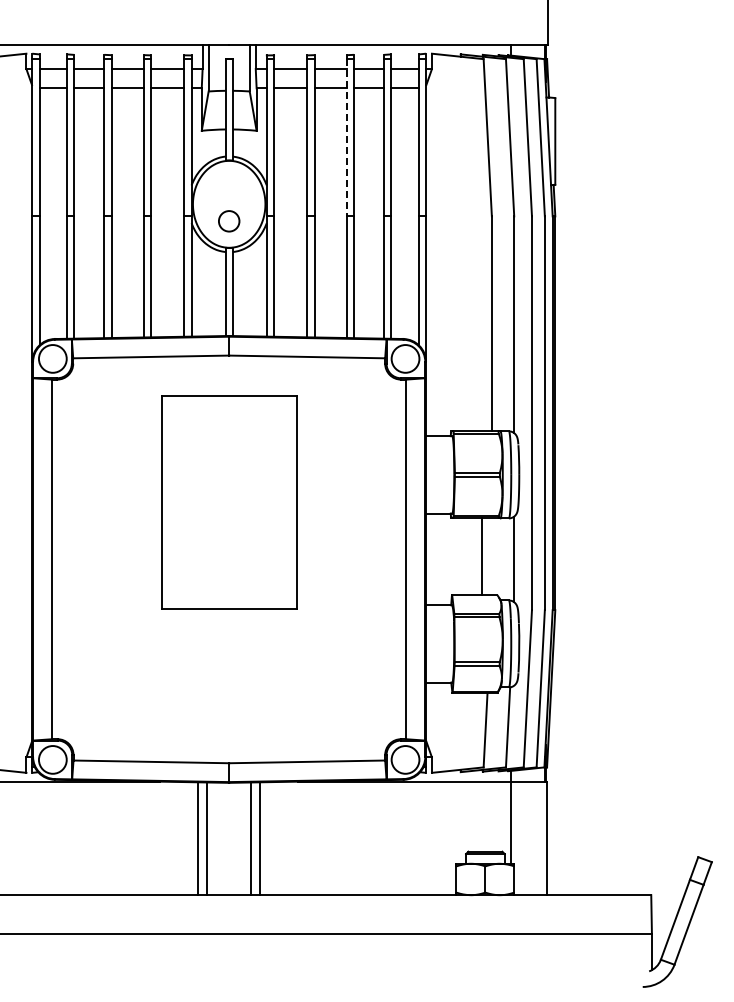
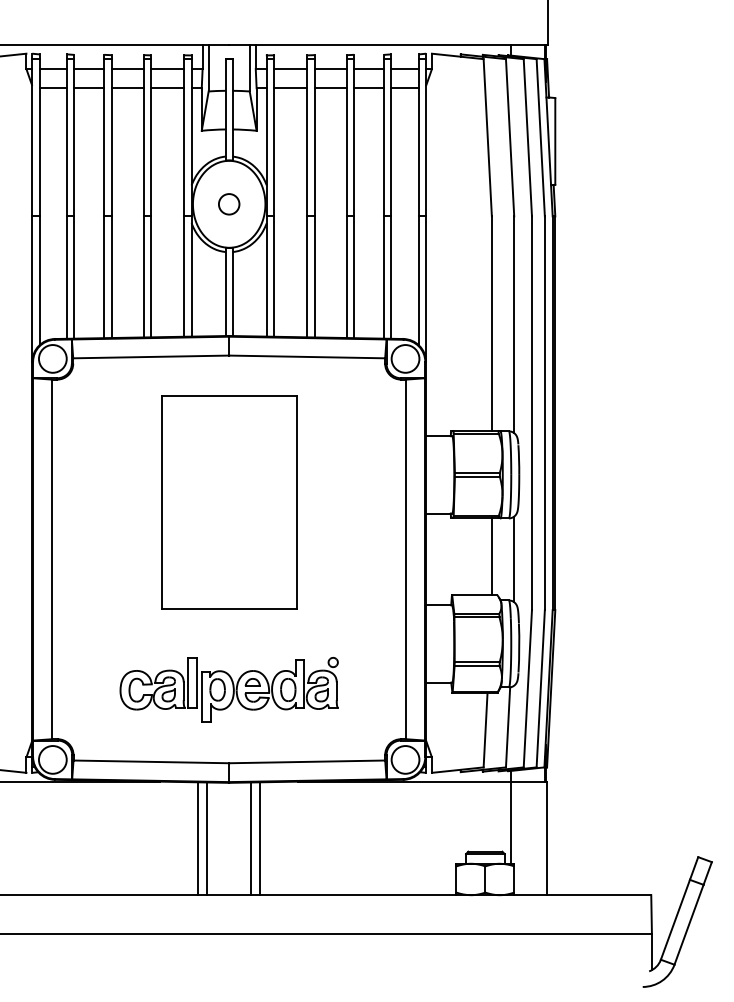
line at (346, 137): dashed -> solid
circle at (229, 221) position: (229, 221) -> (229, 204)
line at (481, 556) position: (481, 556) -> (491, 556)
part at (228, 689): none -> present
